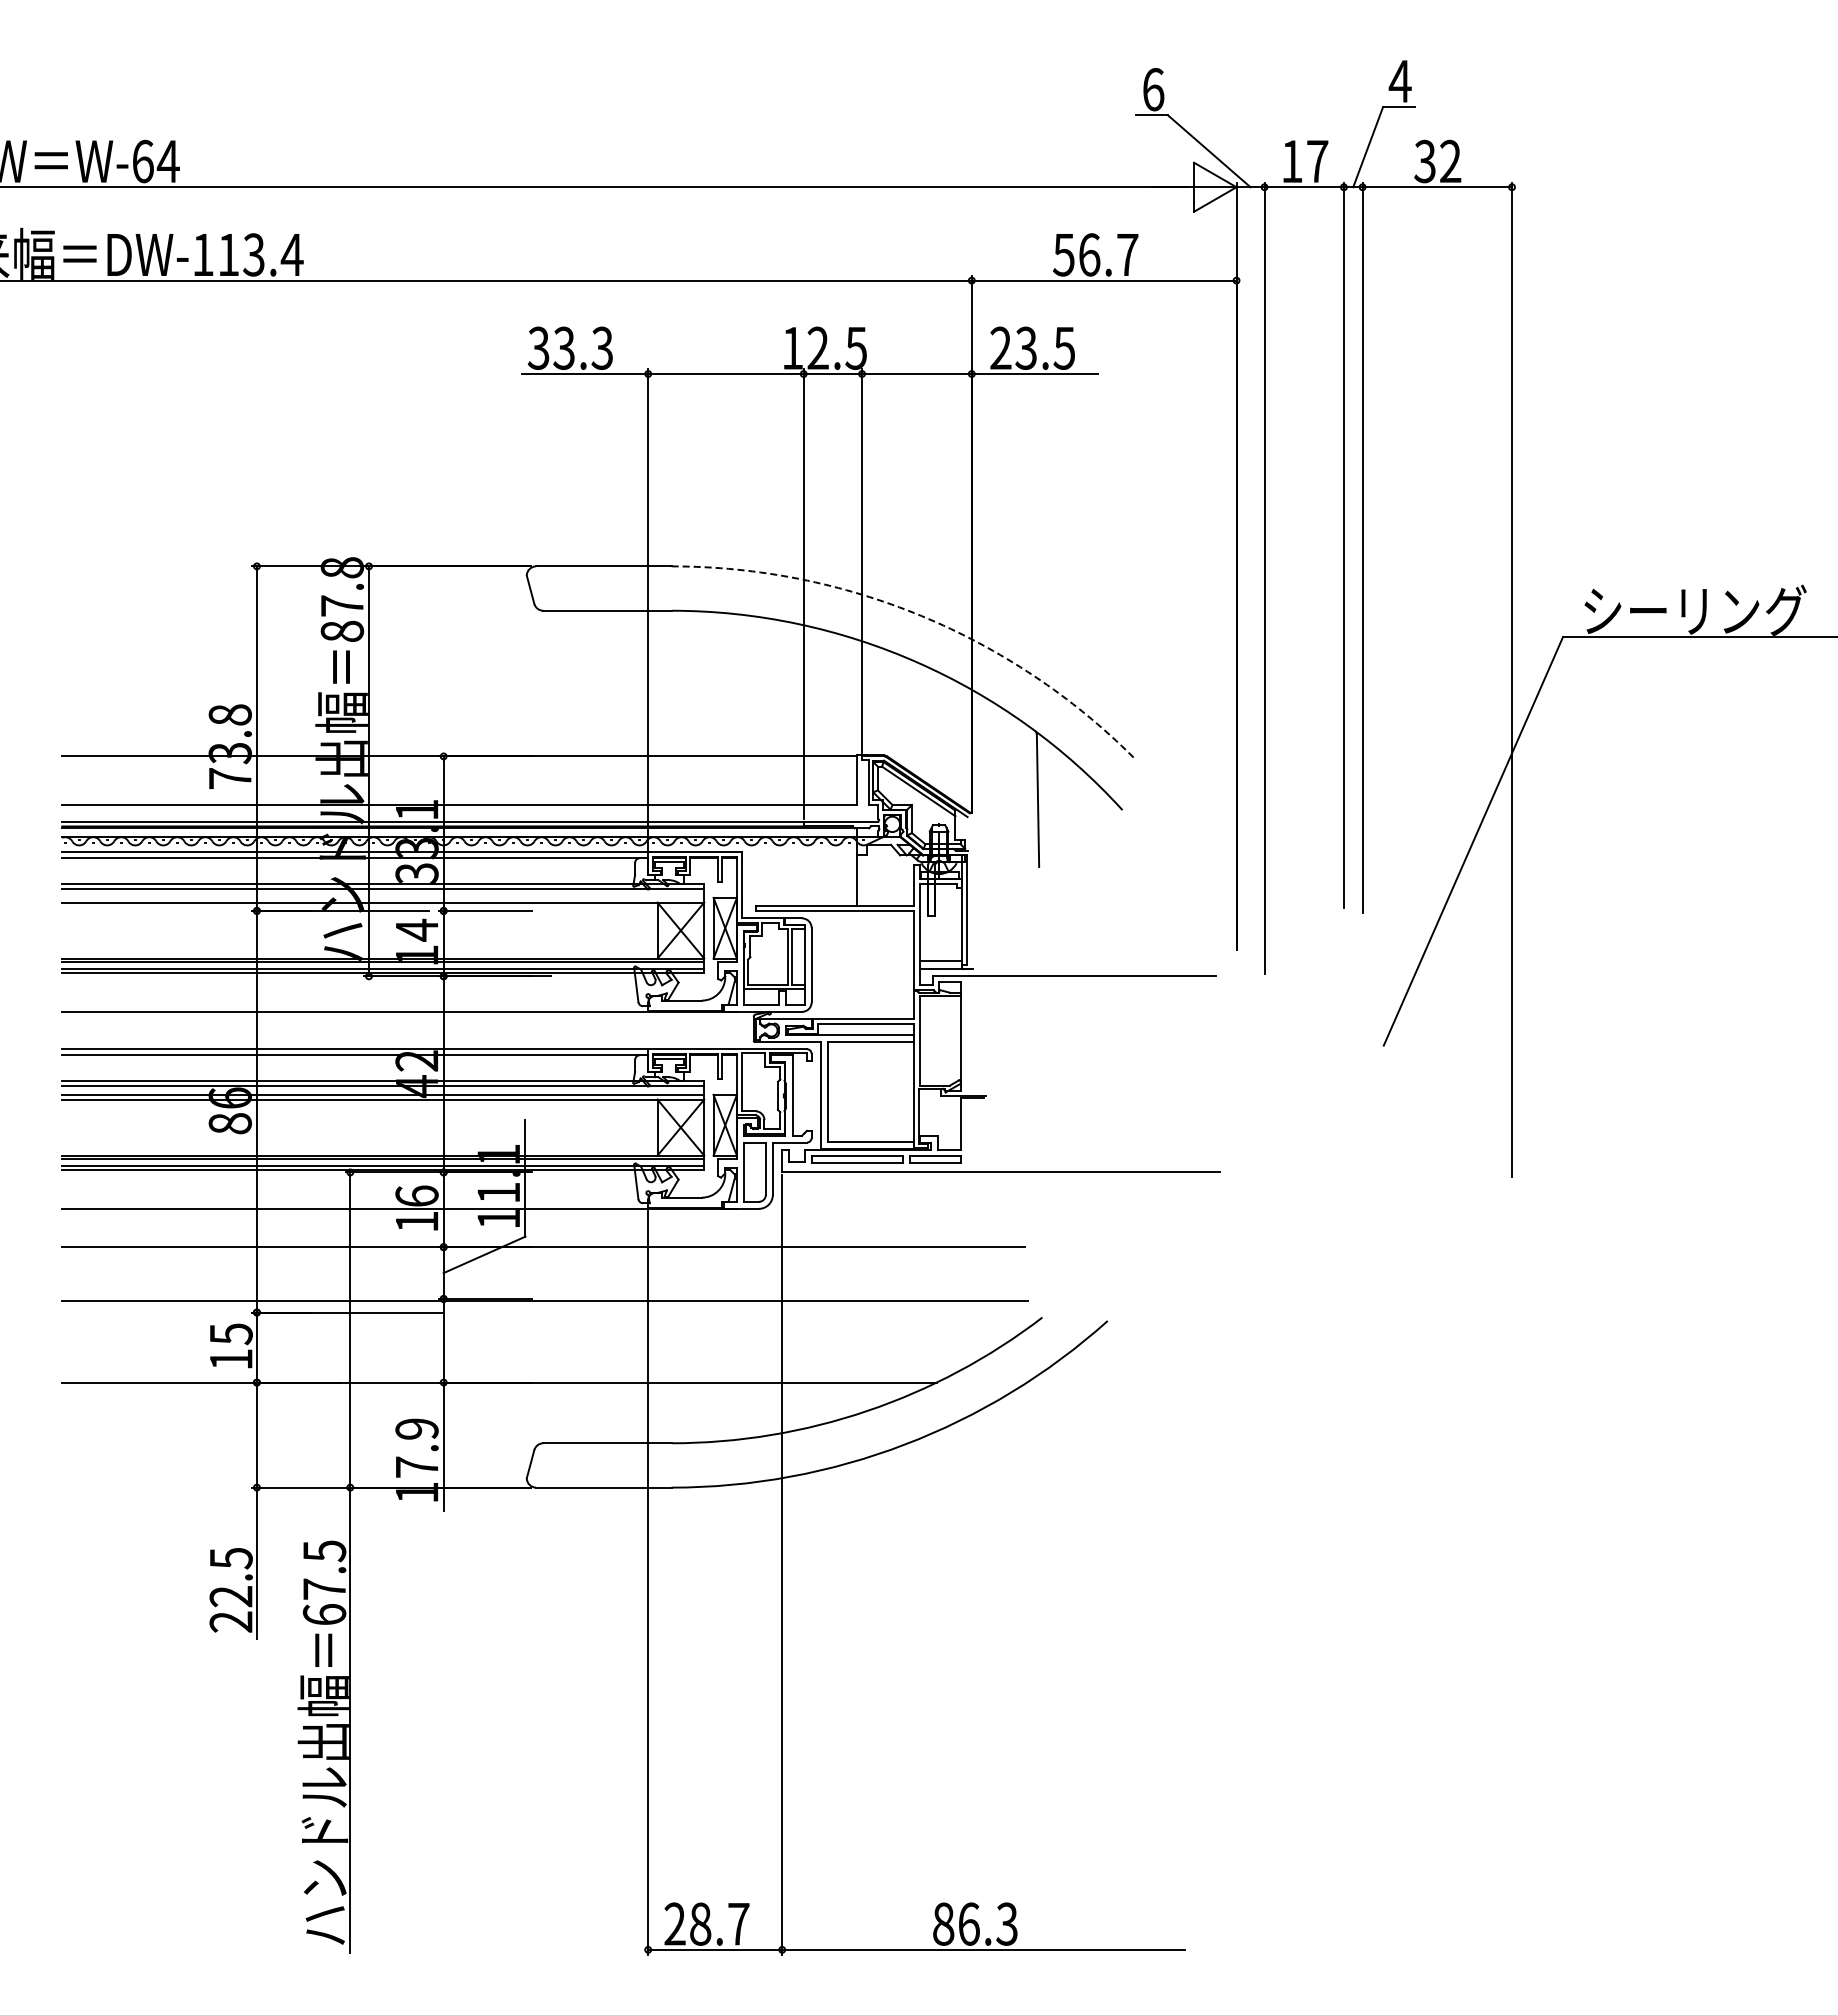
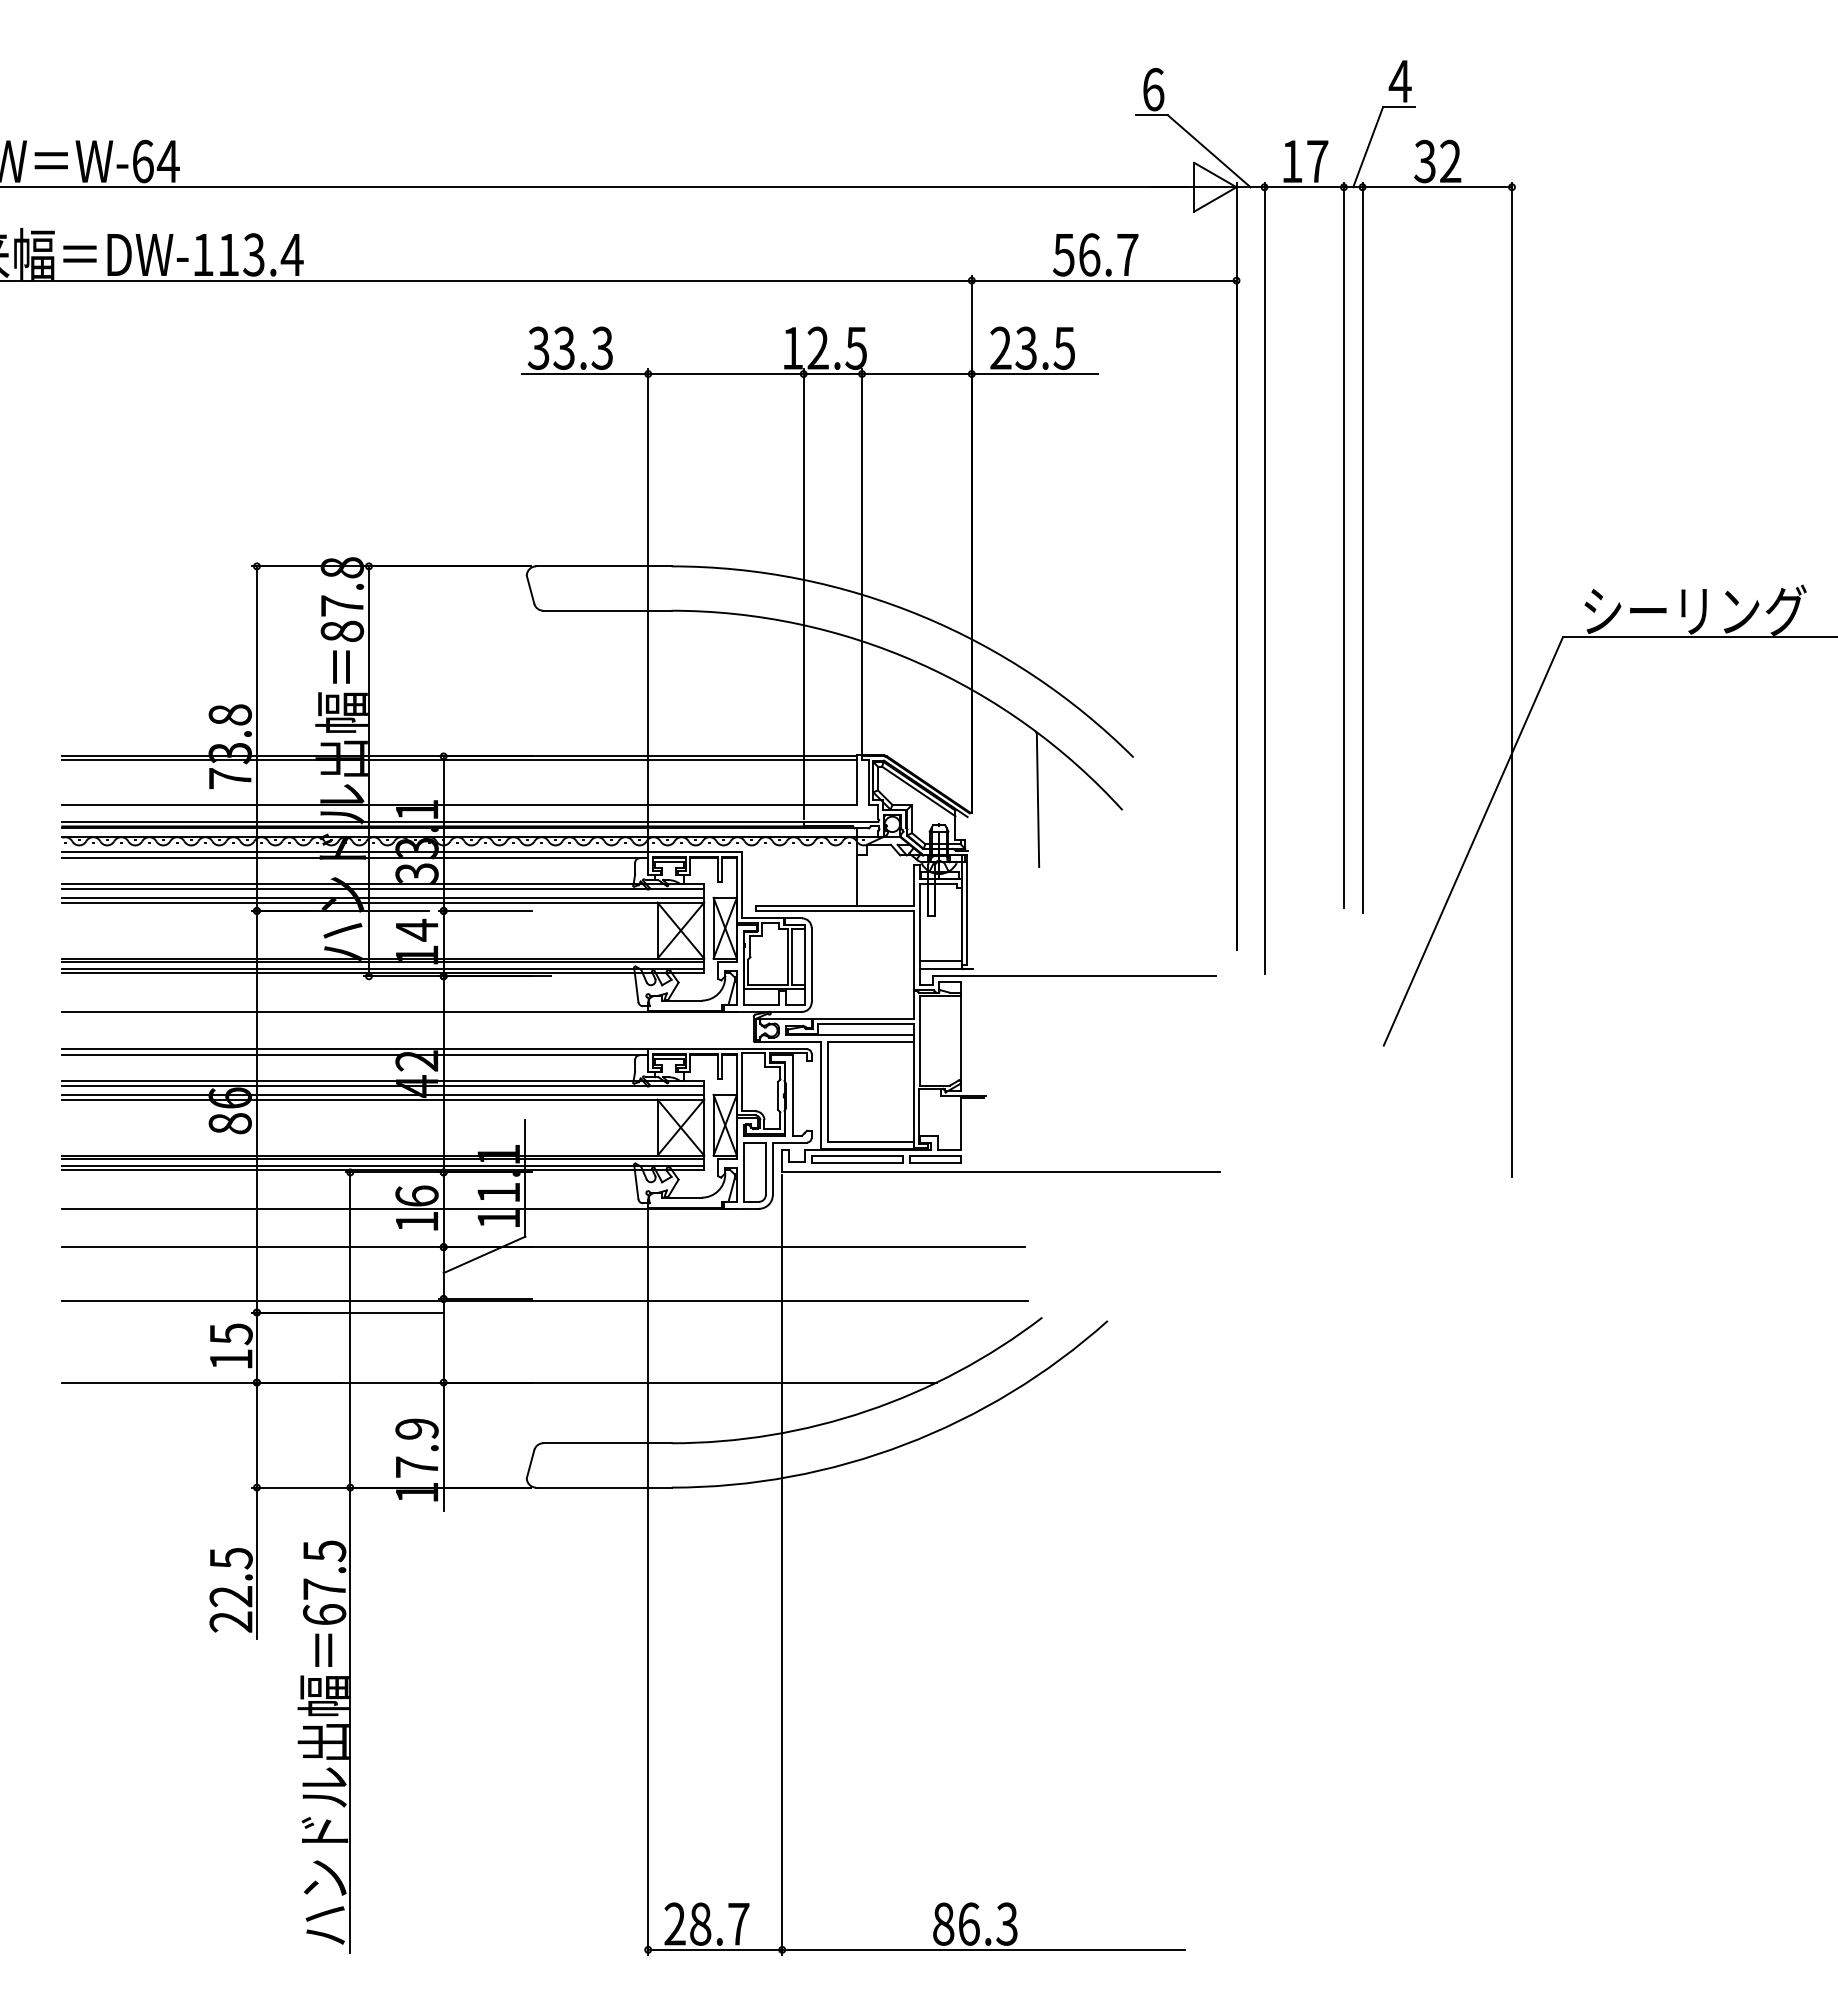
arc at (921, 616): dashed -> solid
line at (459, 760): none -> present
line at (383, 897): none -> present
